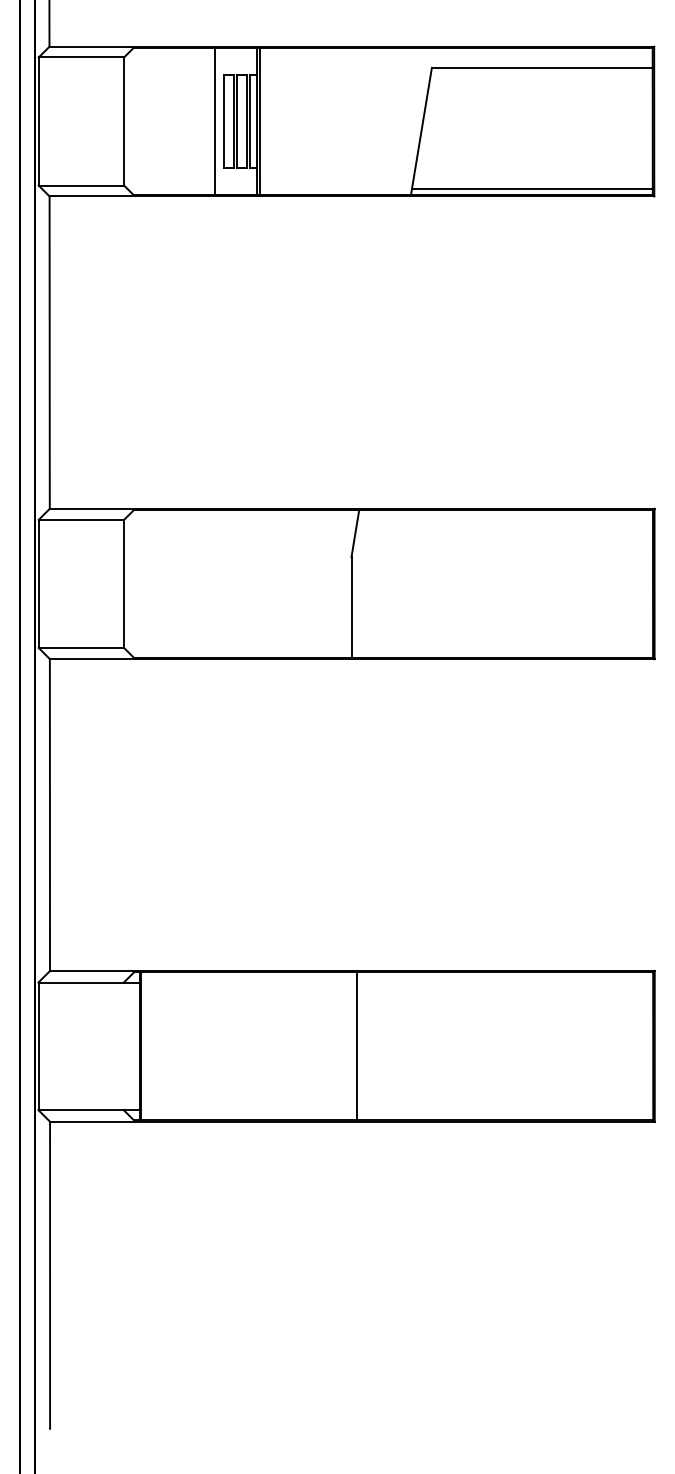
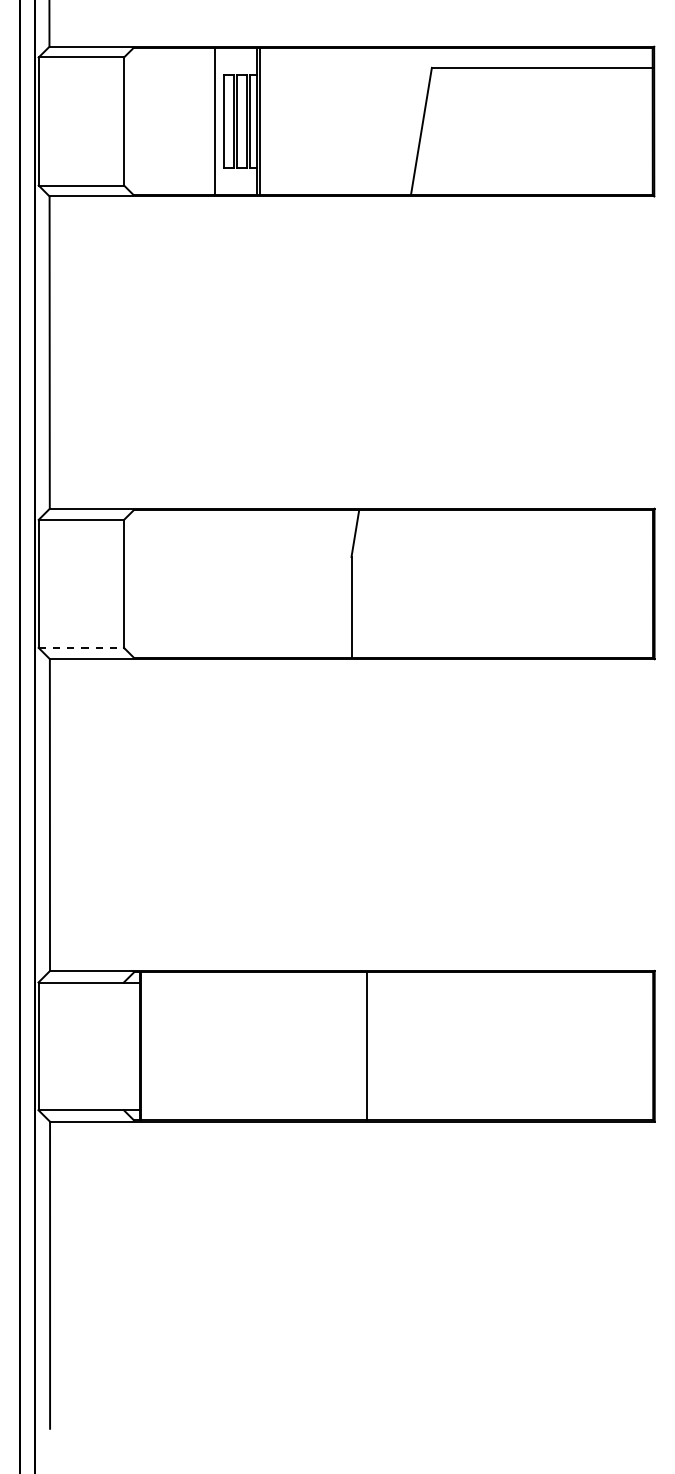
line at (531, 189): present -> none
line at (81, 647): solid -> dashed
line at (357, 1046) position: (357, 1046) -> (367, 1046)
